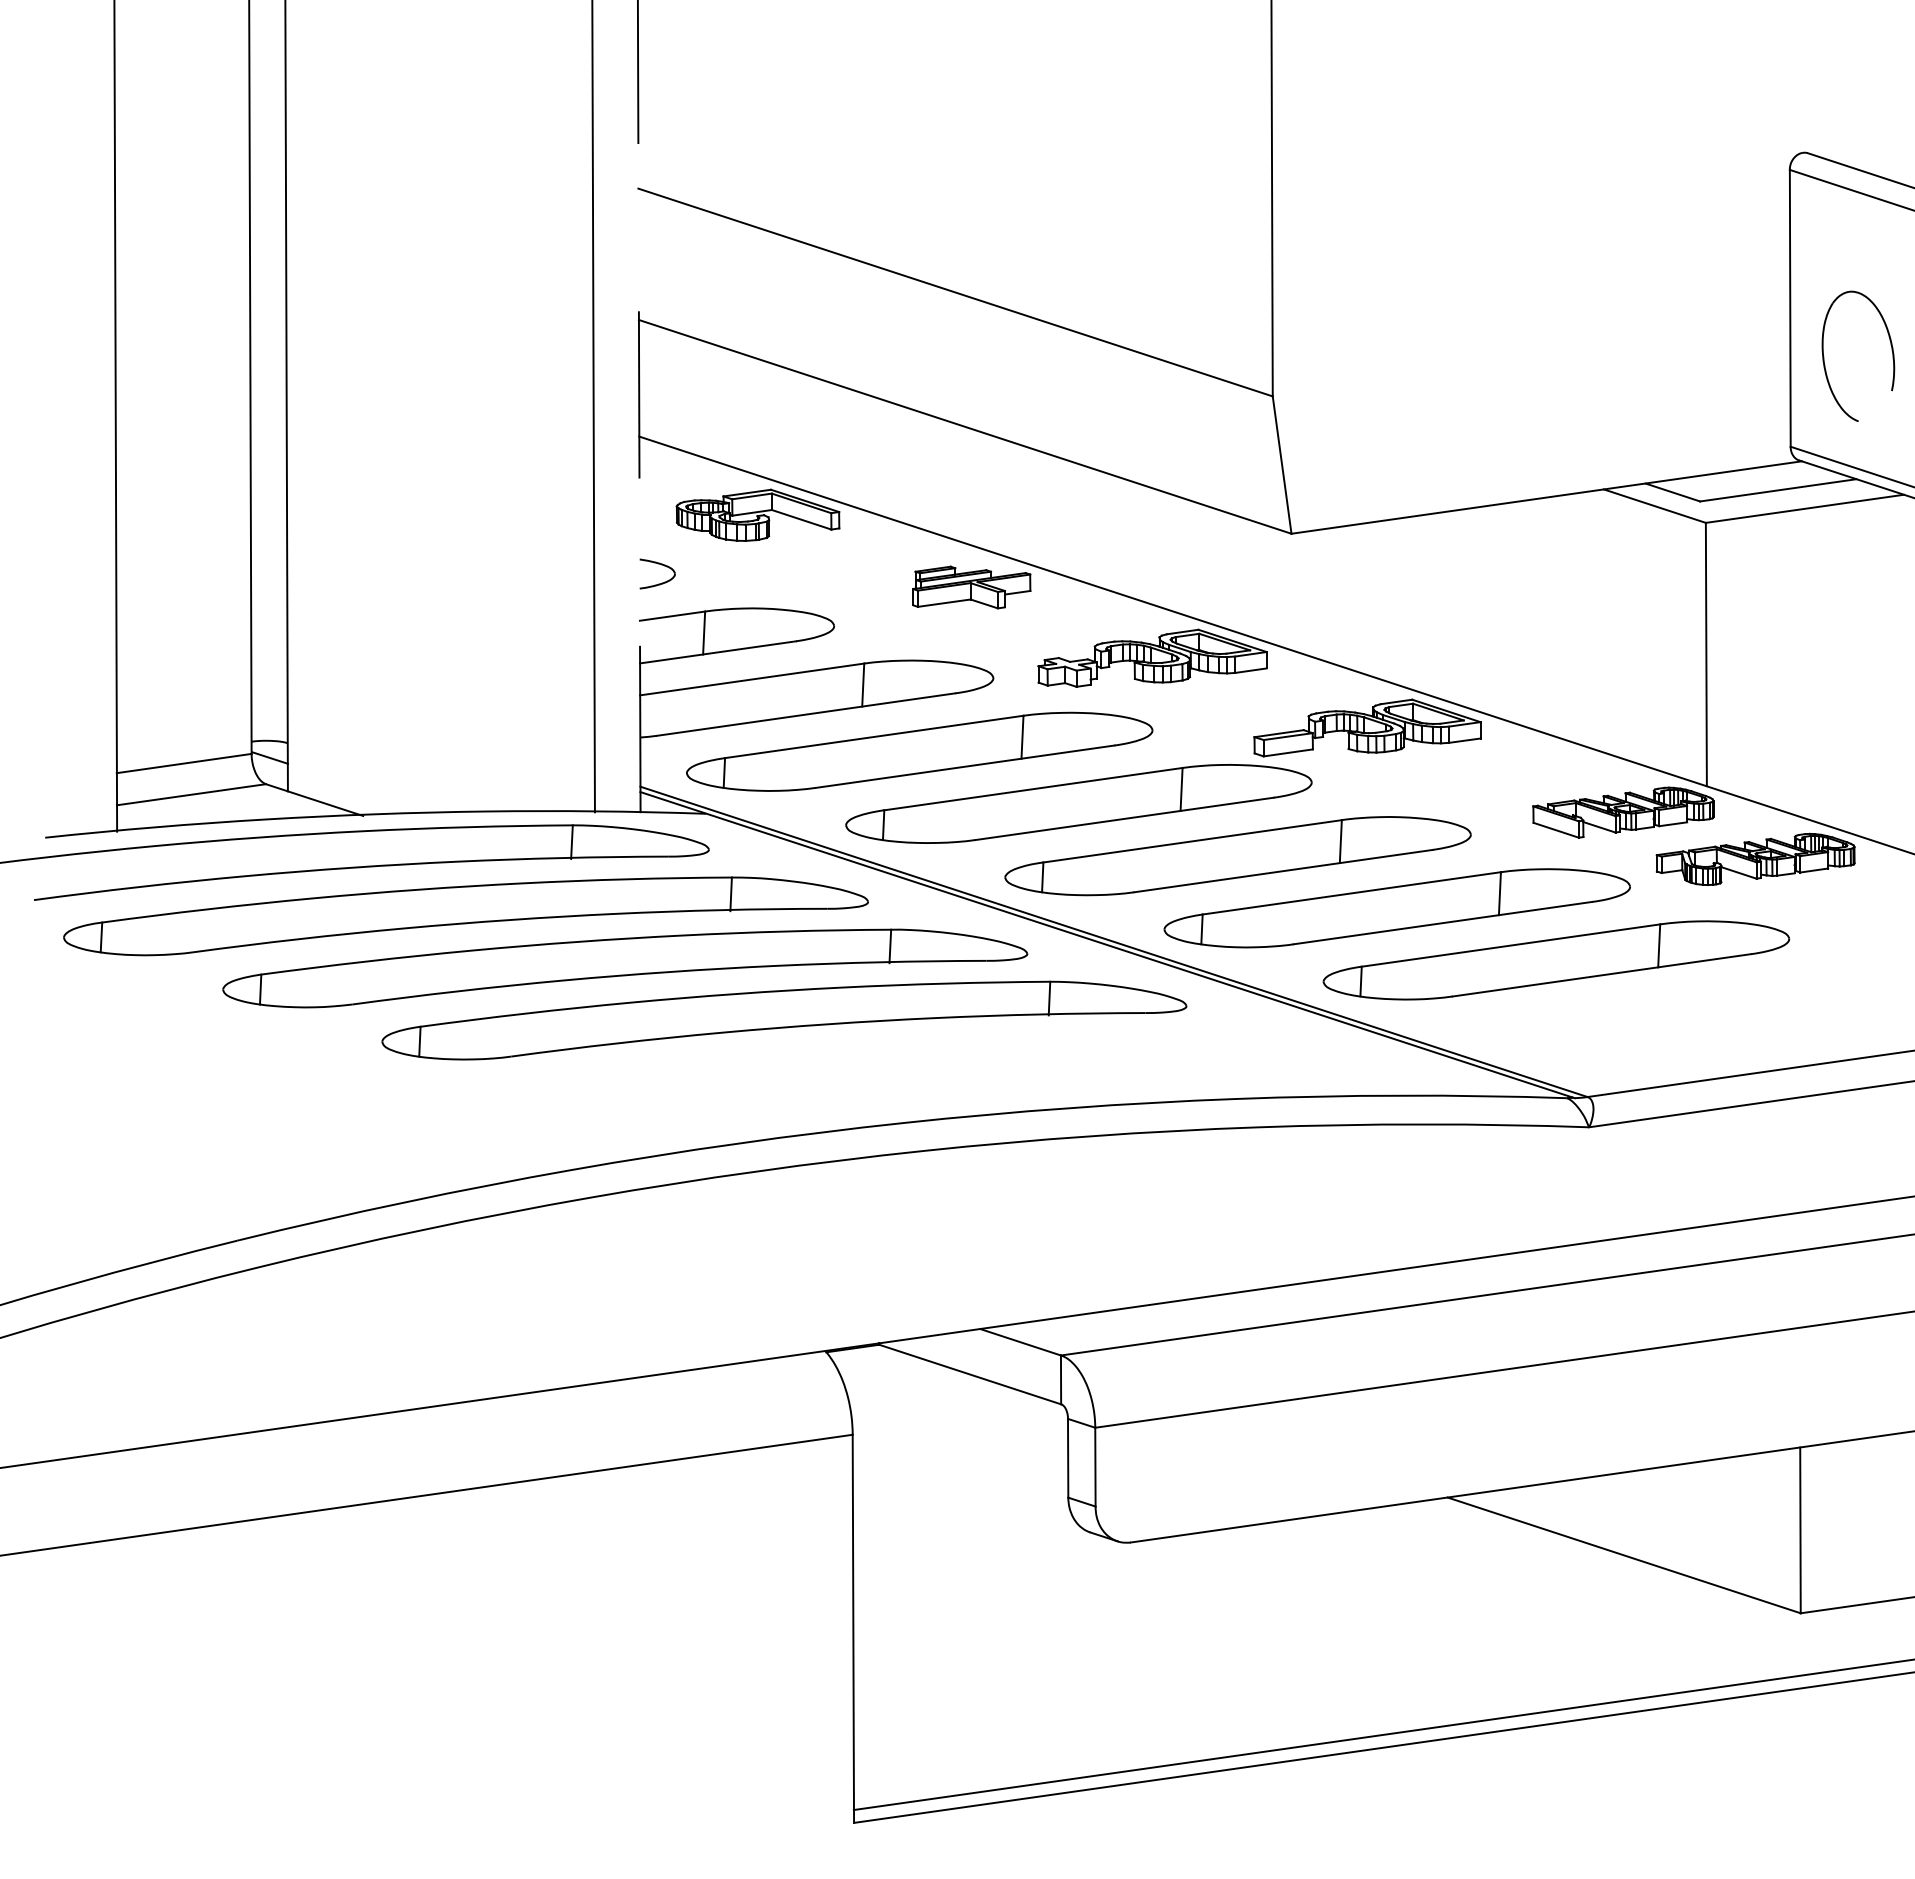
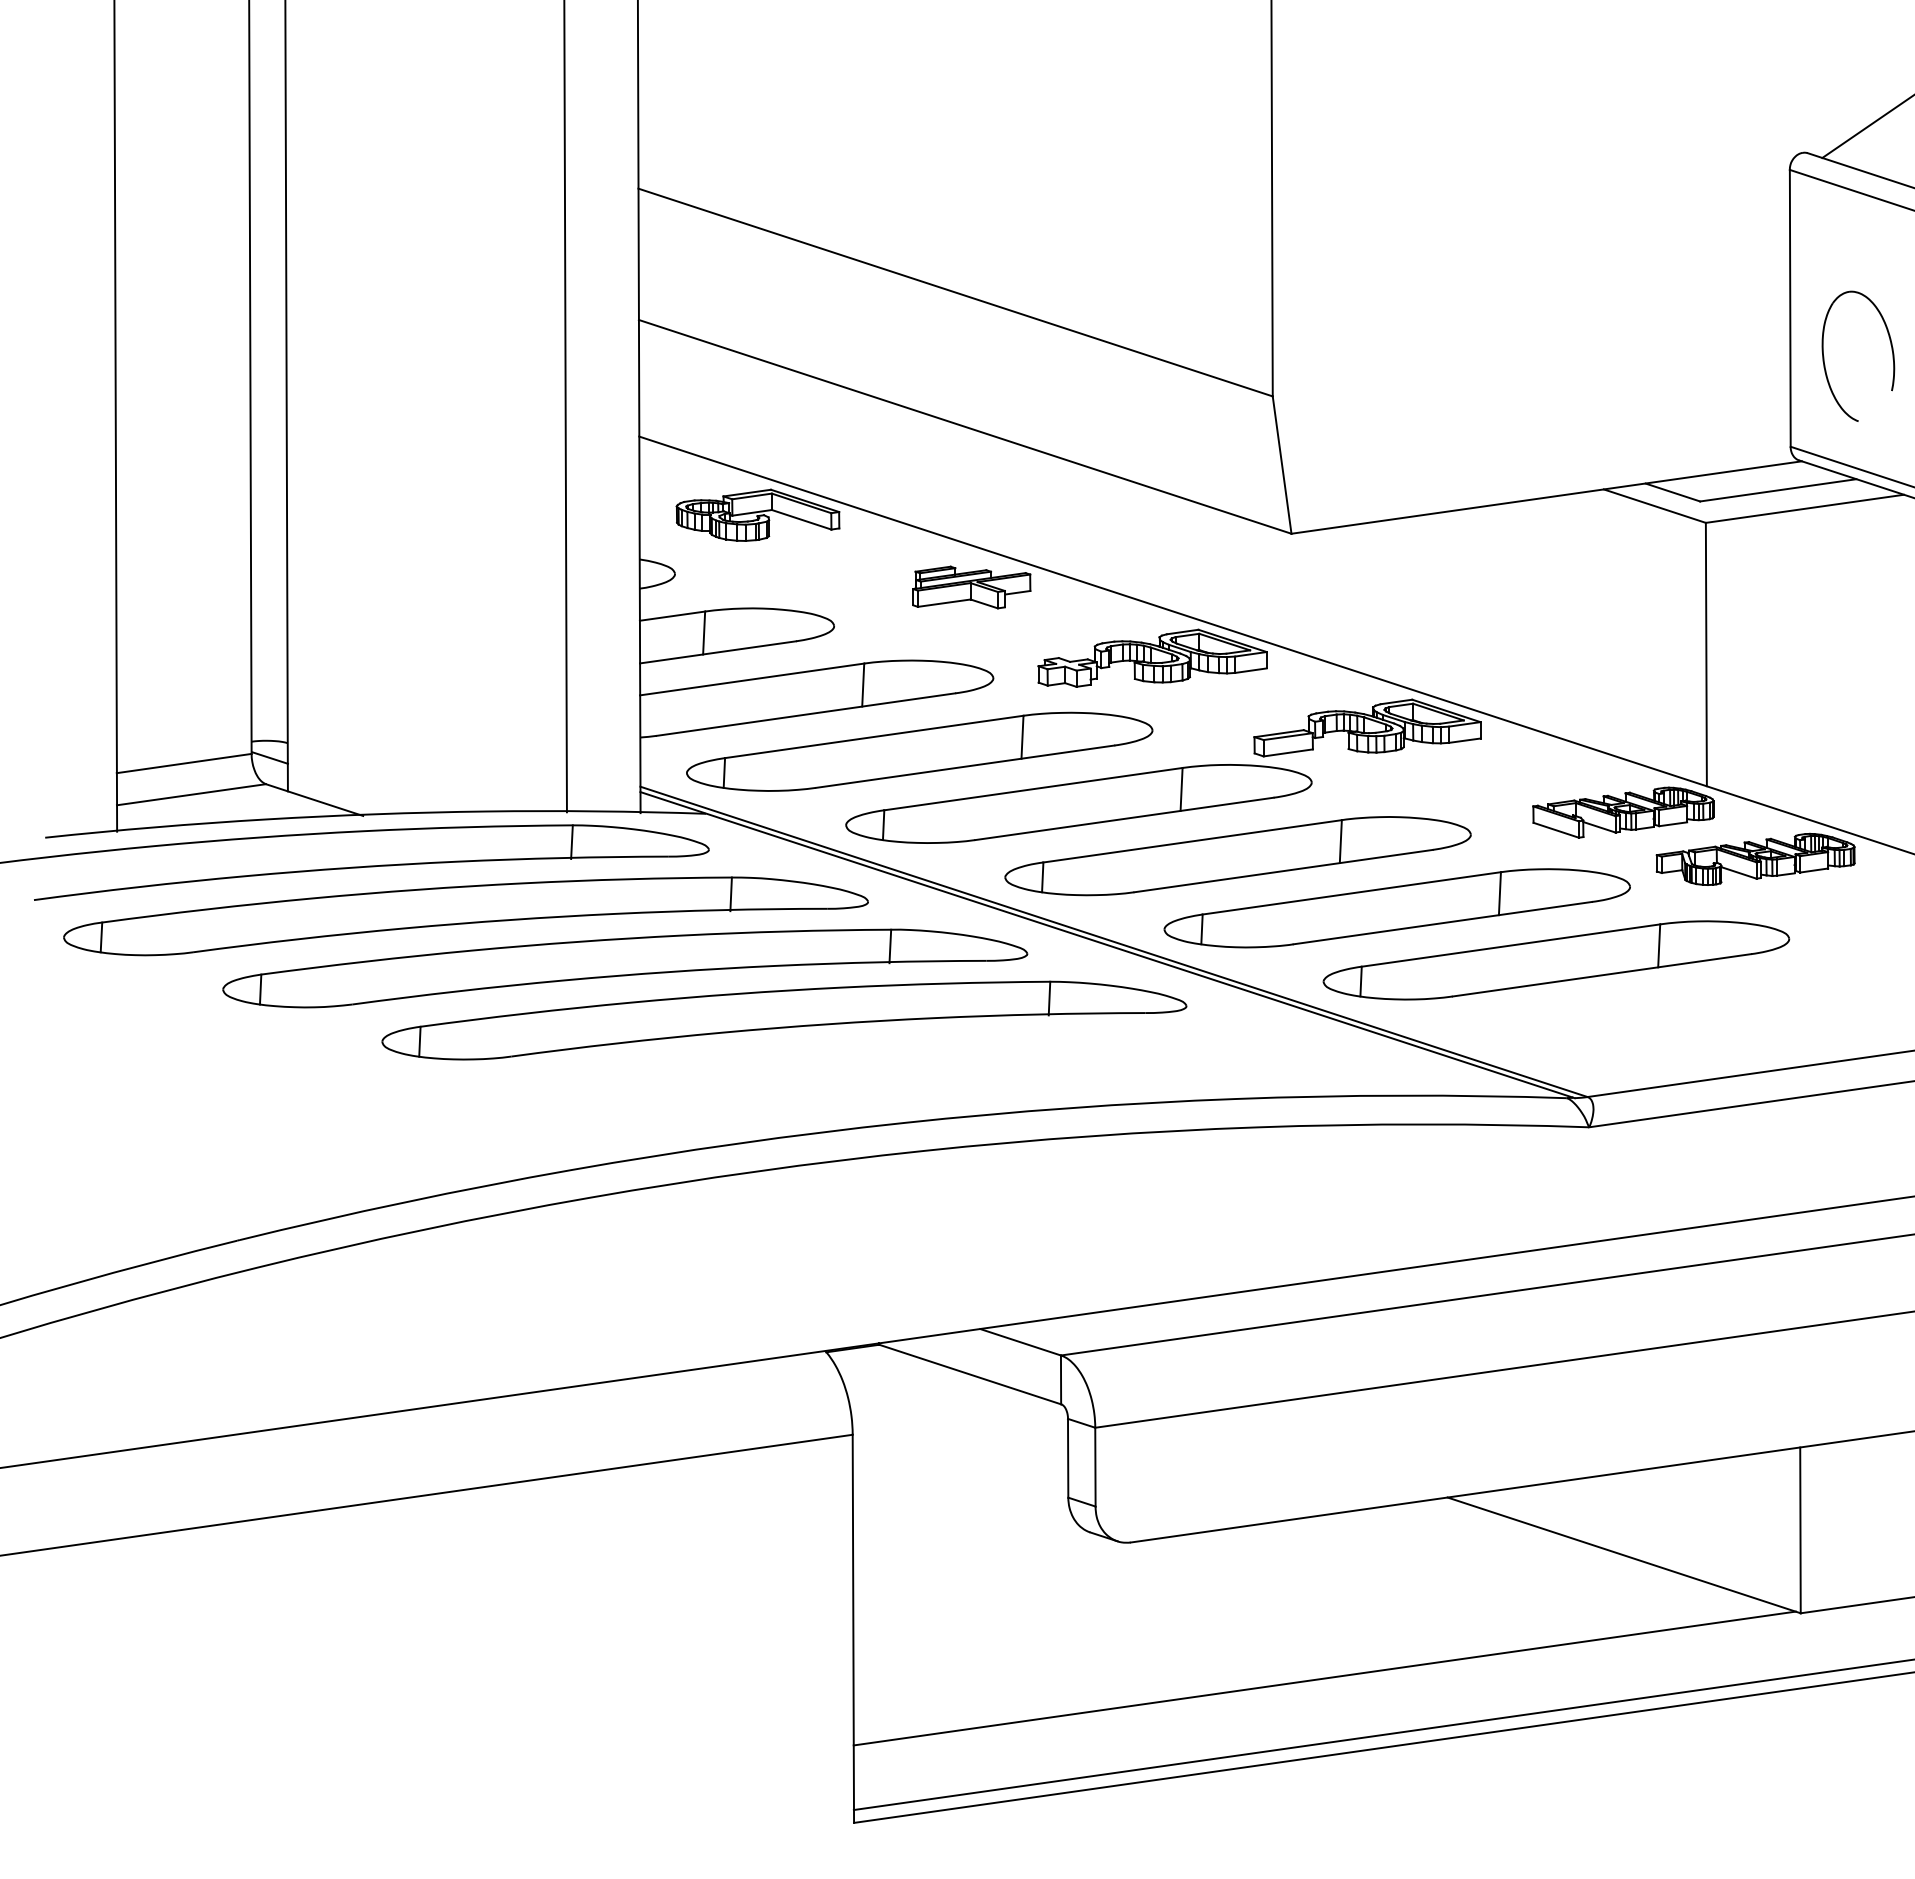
line at (1866, 127): none -> present
line at (639, 406): dashed -> solid
line at (593, 407) position: (593, 407) -> (565, 407)
line at (1324, 1678): none -> present
